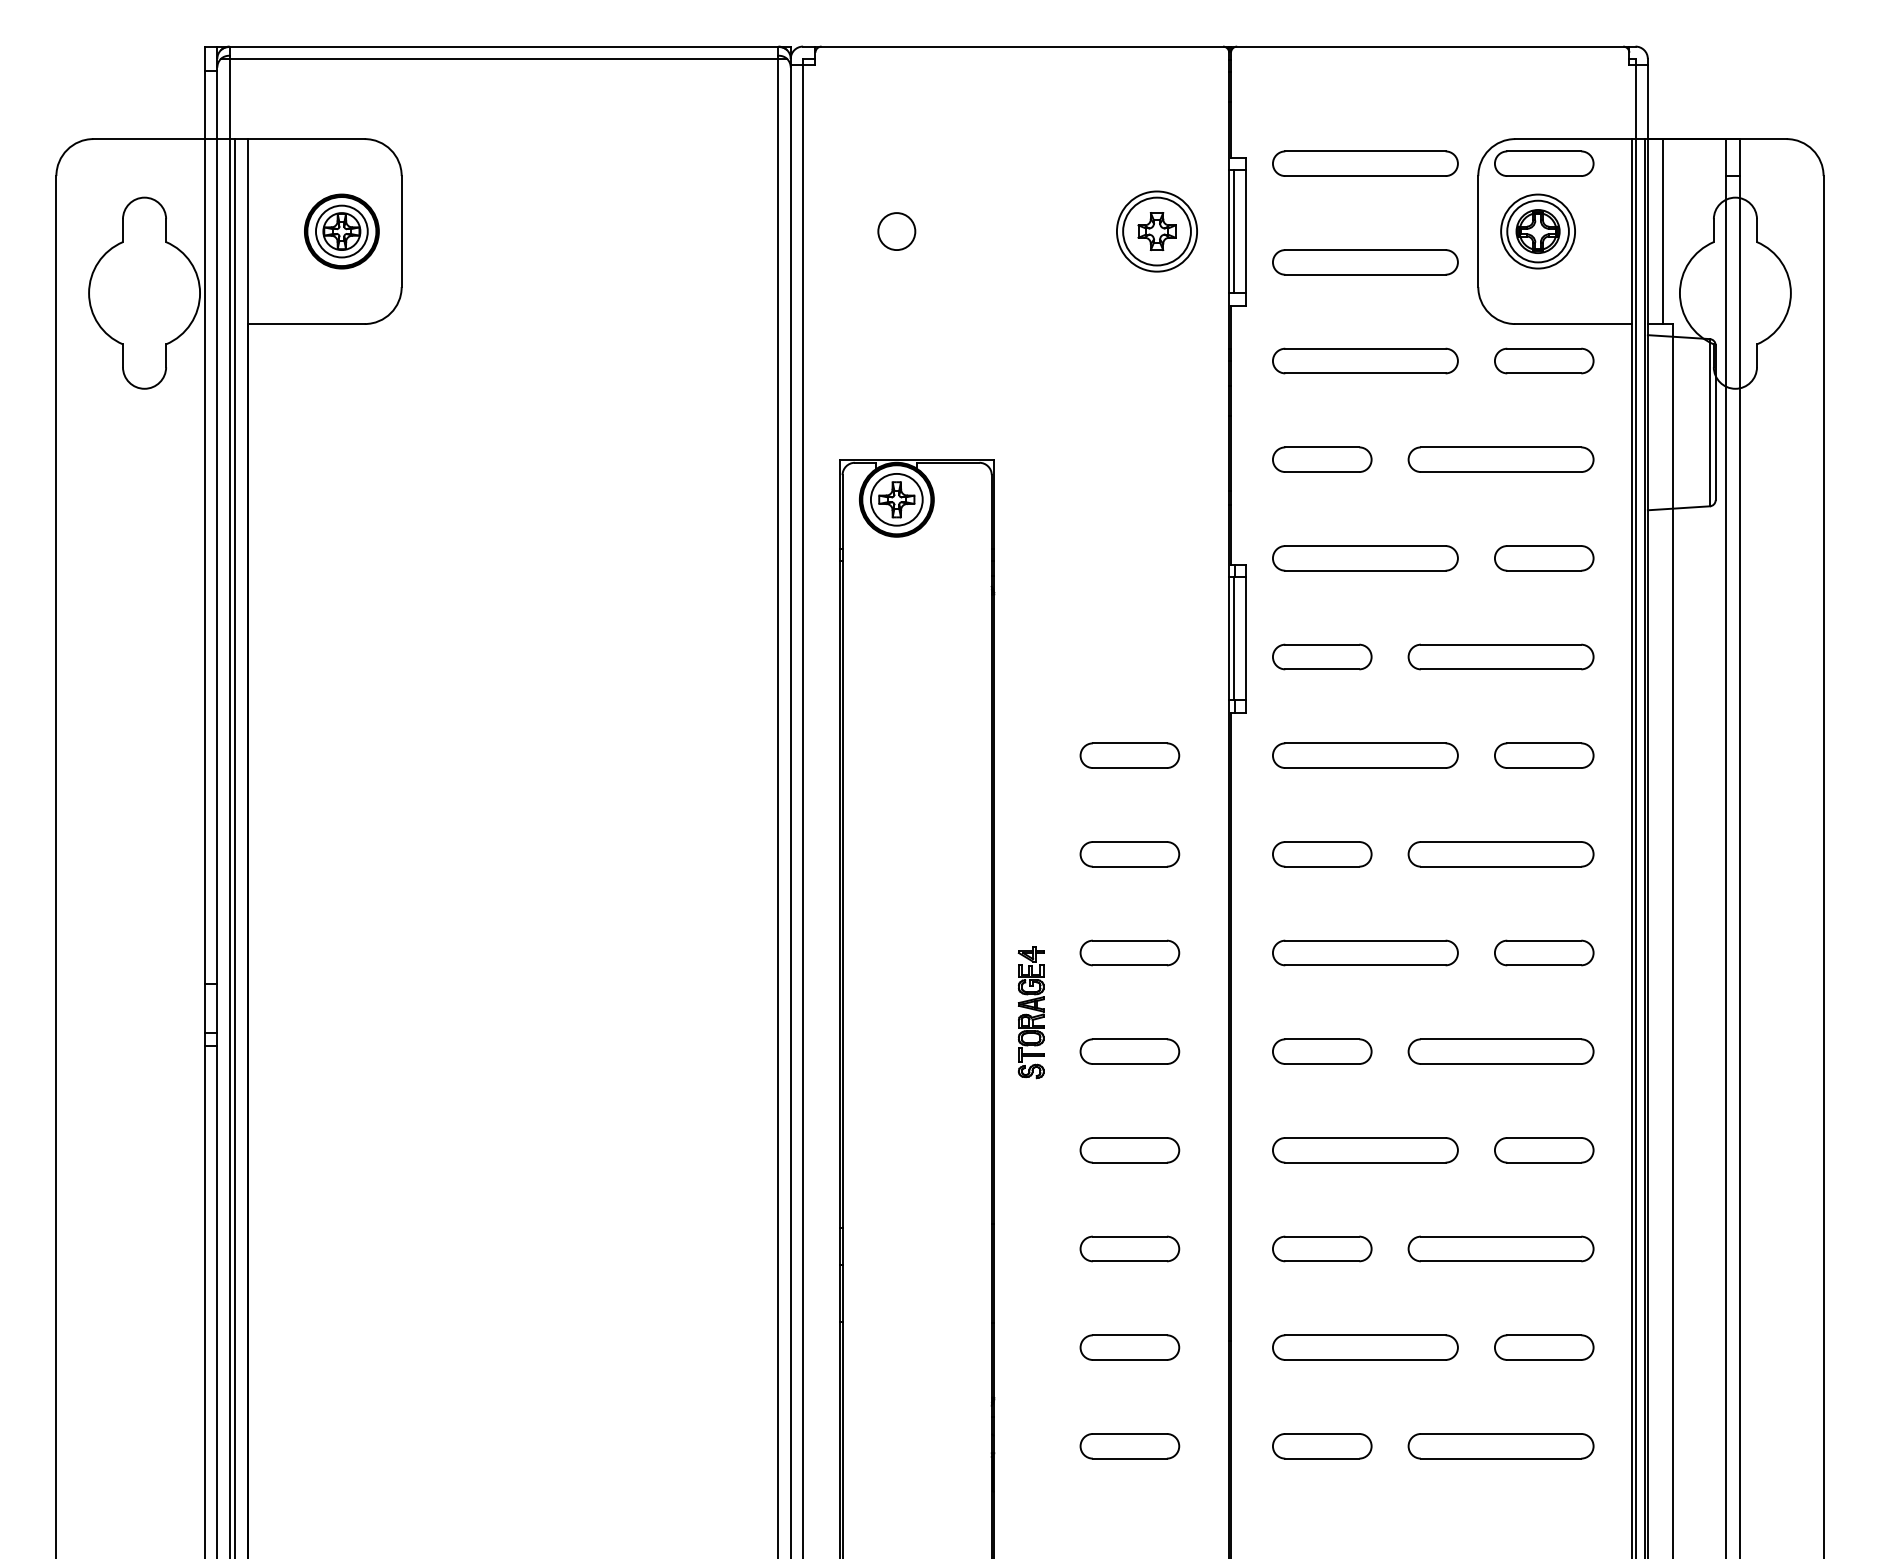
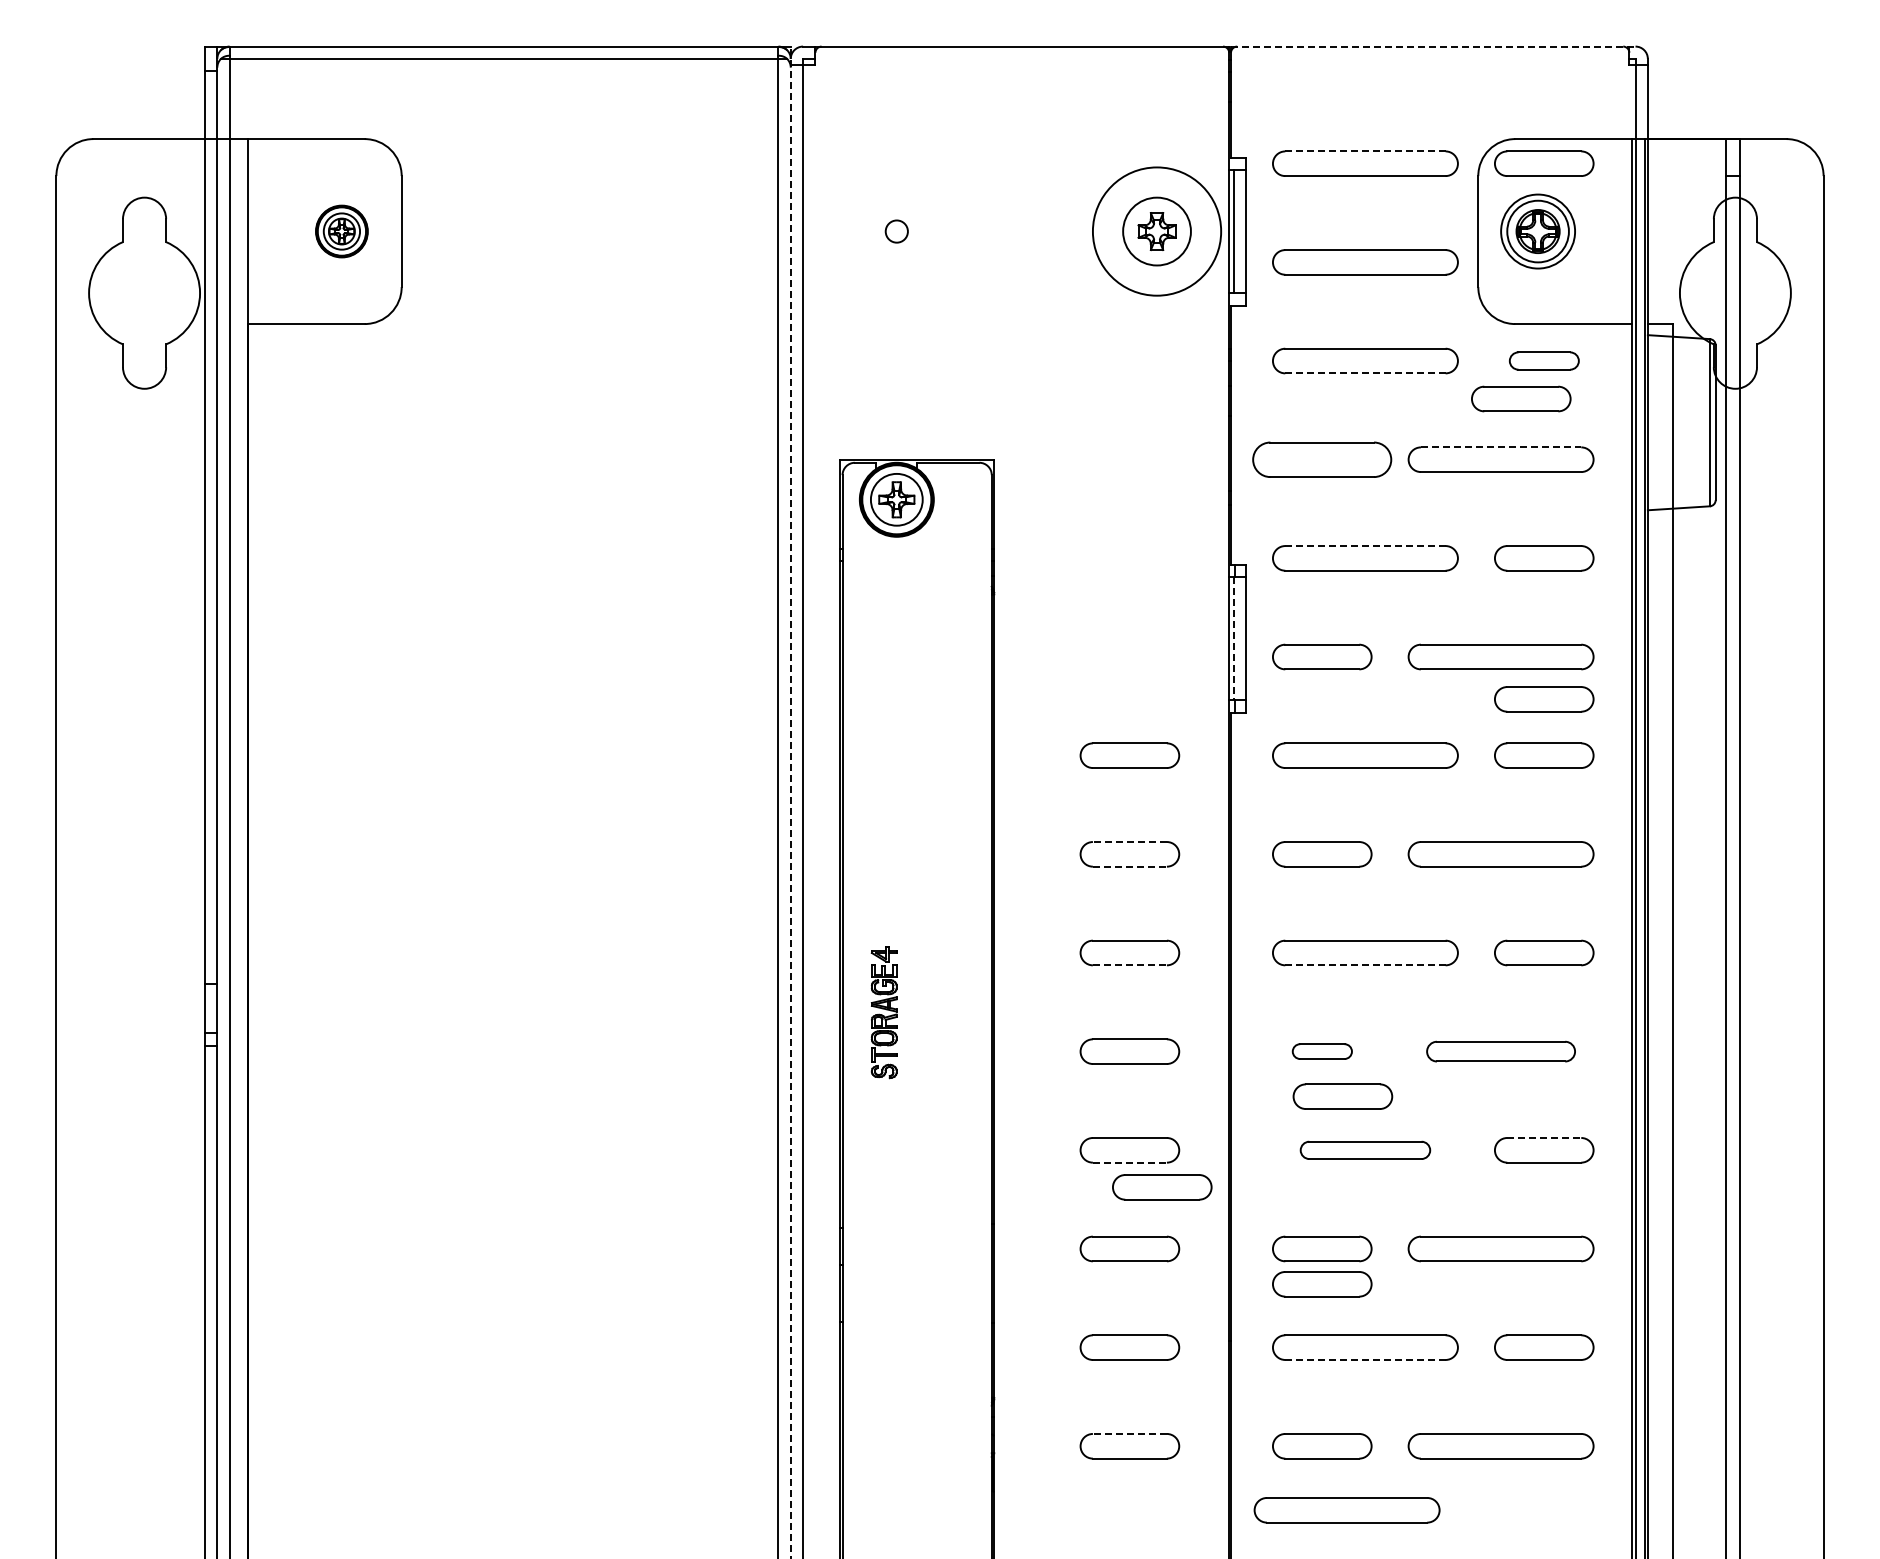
line at (1433, 46): solid -> dashed
line at (1365, 151): solid -> dashed
part at (341, 231) size: 76x77 px -> 54x55 px
circle at (896, 231) diameter: 37 px -> 22 px
circle at (1156, 231) diameter: 80 px -> 128 px
line at (1662, 231): present -> none
part at (1544, 360) size: 101x28 px -> 71x20 px
line at (1364, 373): solid -> dashed
part at (1521, 398): none -> present
line at (1501, 447): solid -> dashed
part at (1322, 459) size: 101x27 px -> 141x37 px
line at (1365, 546): solid -> dashed
line at (1233, 638): solid -> dashed
part at (1544, 699): none -> present
line at (790, 802): solid -> dashed
line at (1129, 842): solid -> dashed
line at (235, 847): present -> none
line at (1129, 866): solid -> dashed
line at (1129, 965): solid -> dashed
line at (1364, 965): solid -> dashed
part at (1030, 1012) position: (1030, 1012) -> (883, 1012)
part at (1322, 1051) size: 101x27 px -> 62x17 px
part at (1500, 1051) size: 188x27 px -> 150x23 px
part at (1342, 1096): none -> present
line at (1544, 1137): solid -> dashed
part at (1365, 1150) size: 187x27 px -> 133x20 px
line at (1129, 1162): solid -> dashed
part at (1162, 1187): none -> present
part at (1322, 1284): none -> present
line at (1364, 1359): solid -> dashed
line at (1129, 1433): solid -> dashed
part at (1346, 1510): none -> present
